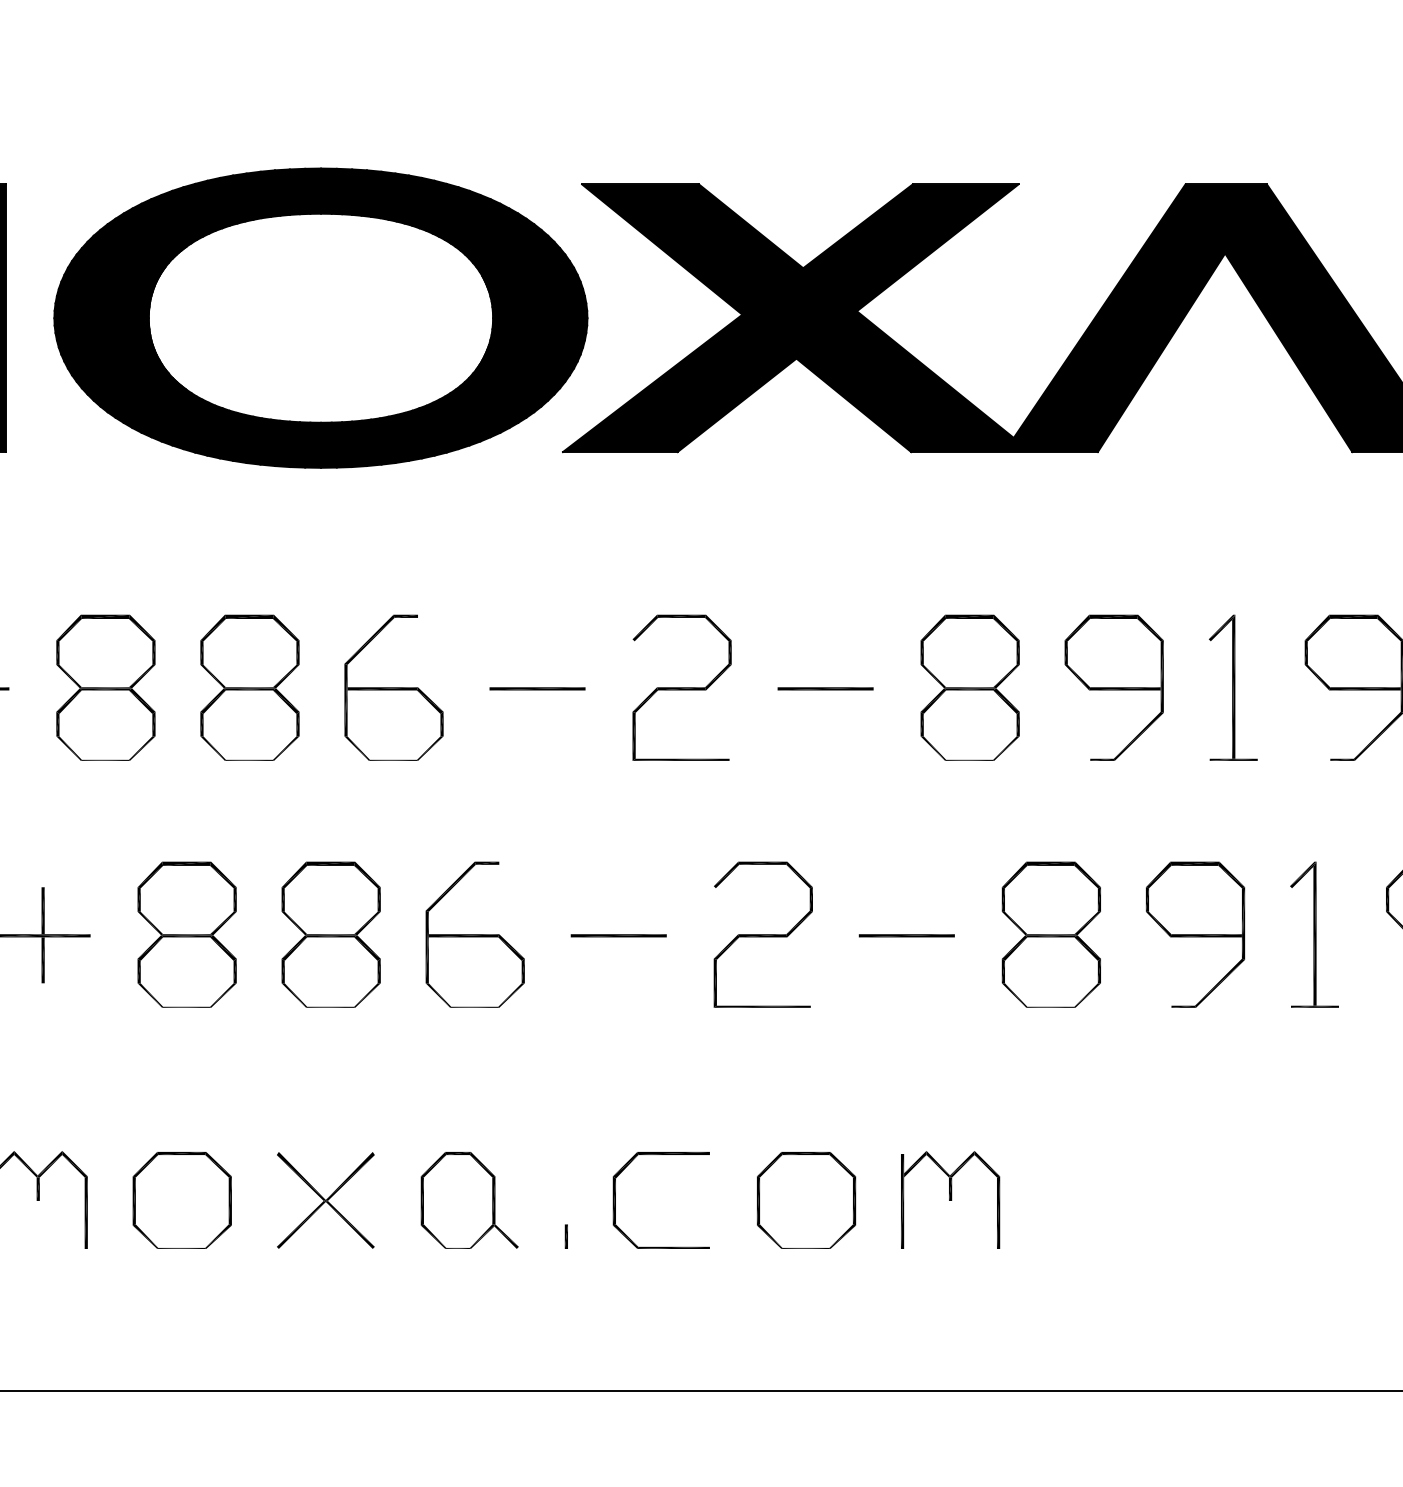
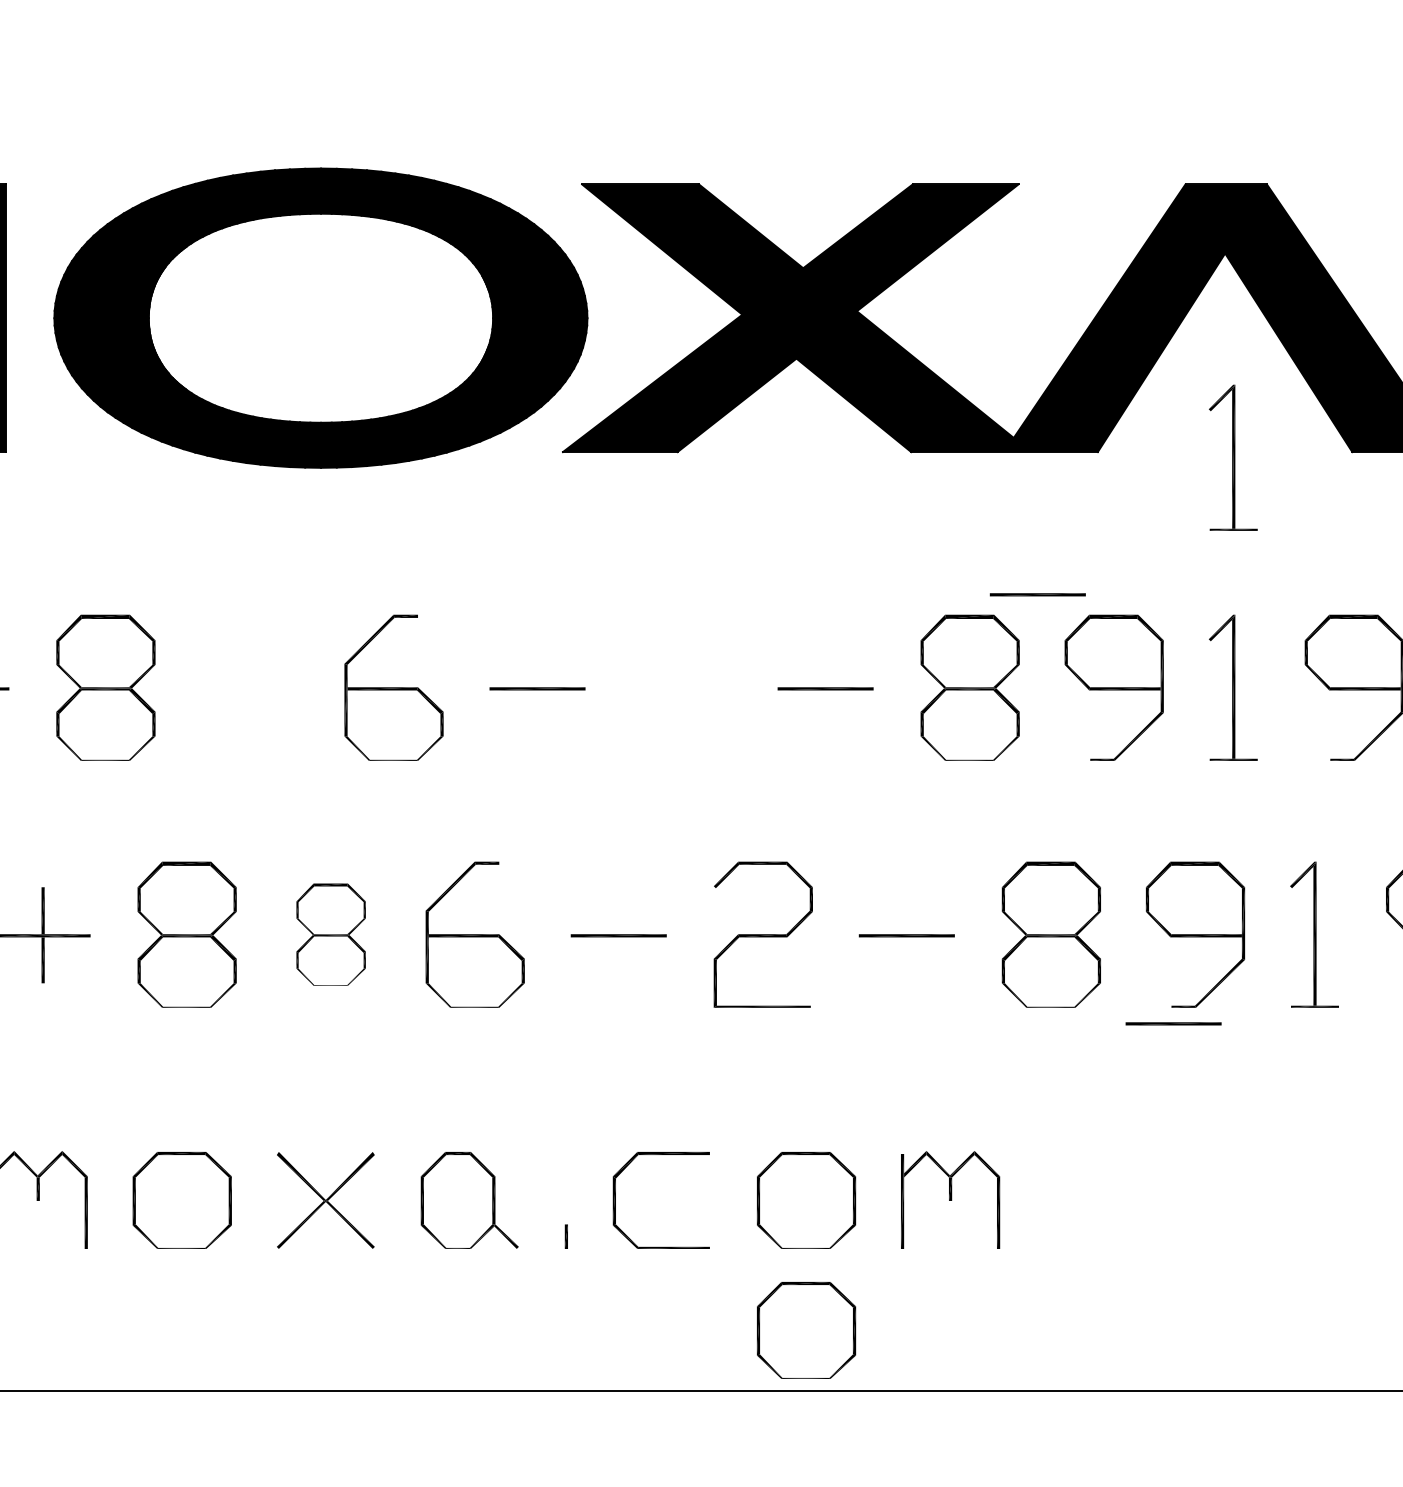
part at (1233, 457): none -> present
line at (1037, 594): none -> present
part at (249, 687): present -> none
part at (681, 687): present -> none
part at (330, 934) size: 100x147 px -> 70x103 px
line at (1173, 1023): none -> present
part at (806, 1330): none -> present
